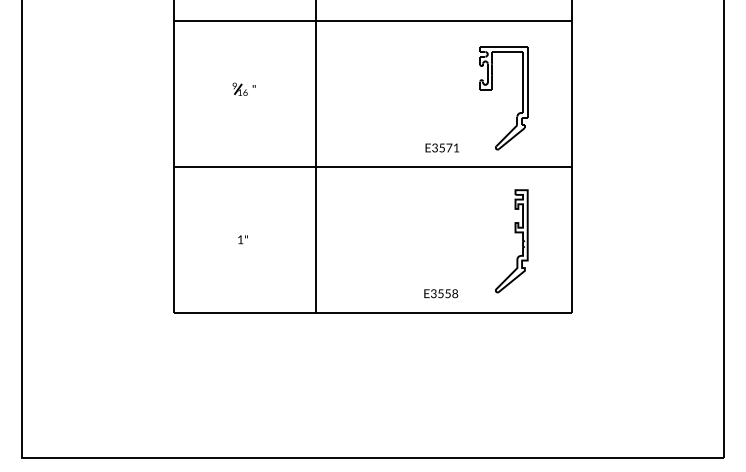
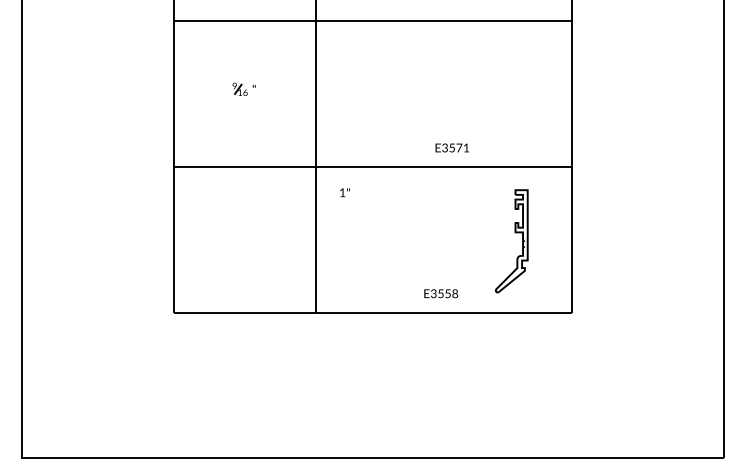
part at (492, 89): present -> none
text at (441, 147) position: (441, 147) -> (451, 147)
text at (242, 239) position: (242, 239) -> (344, 192)
